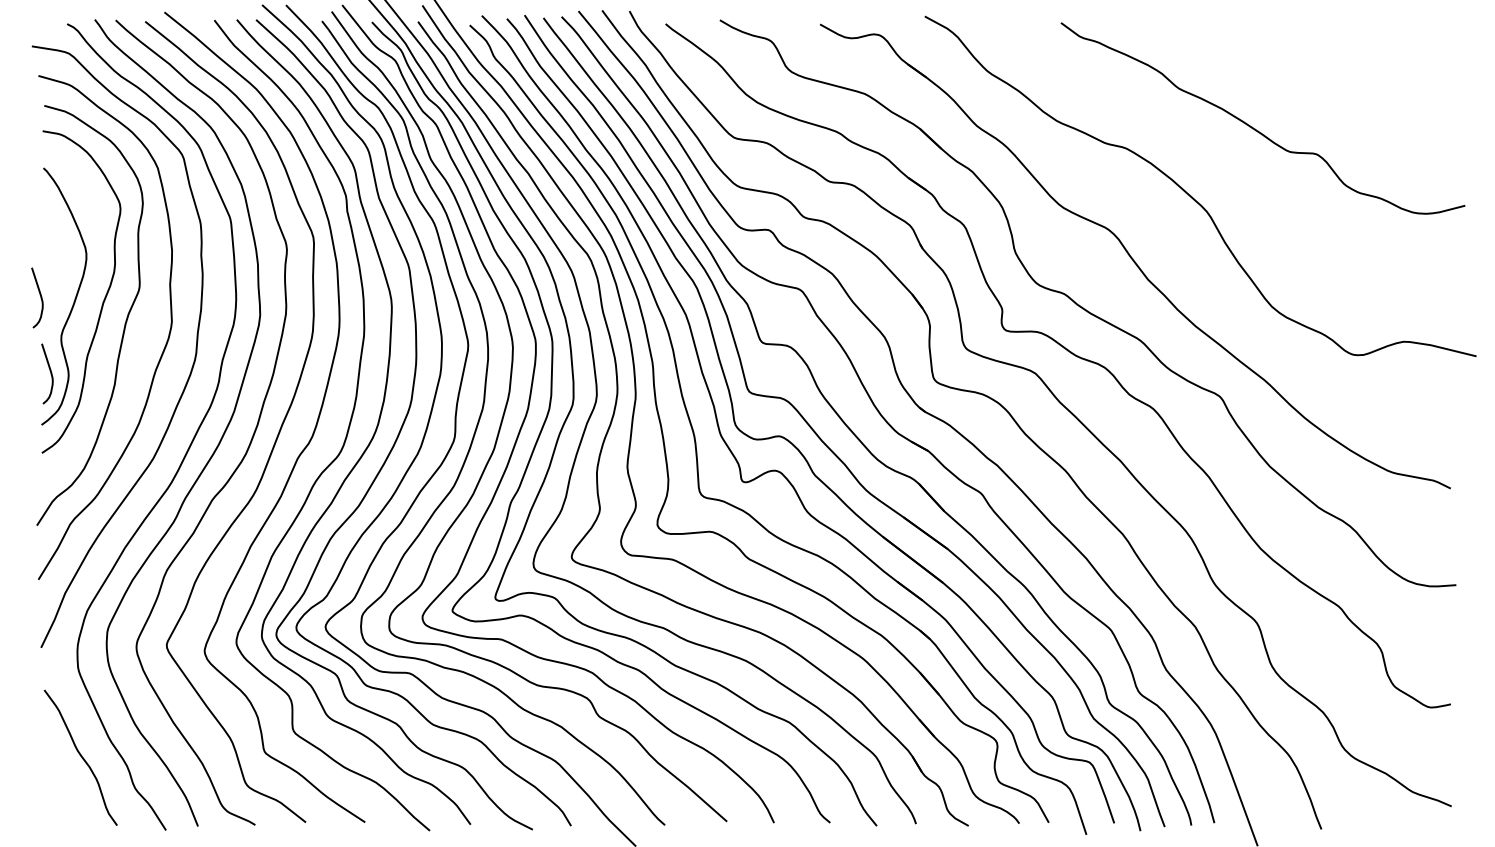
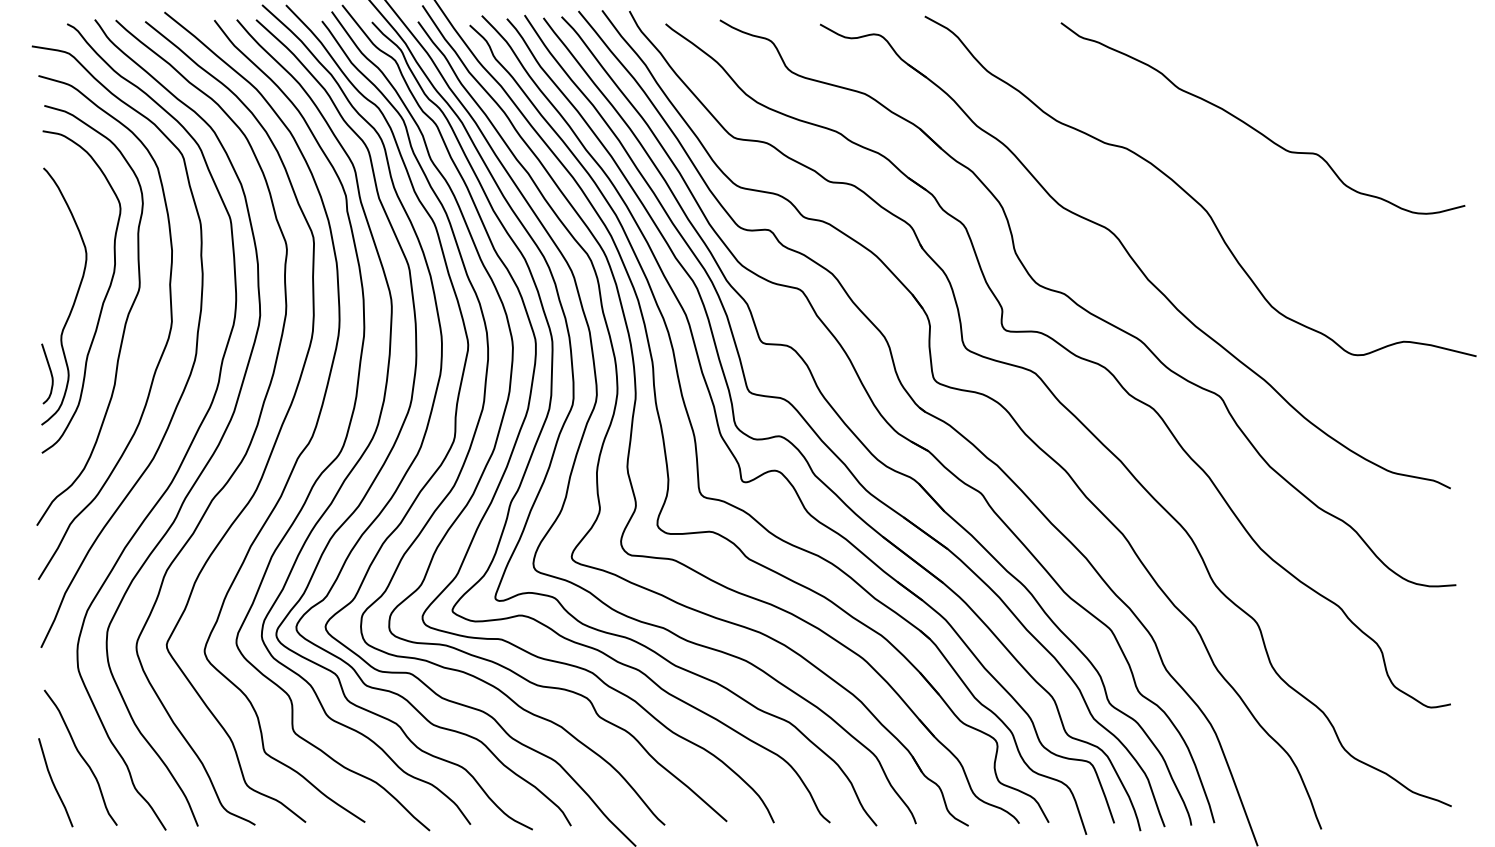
curve at (40, 297): present -> none
curve at (54, 783): none -> present
